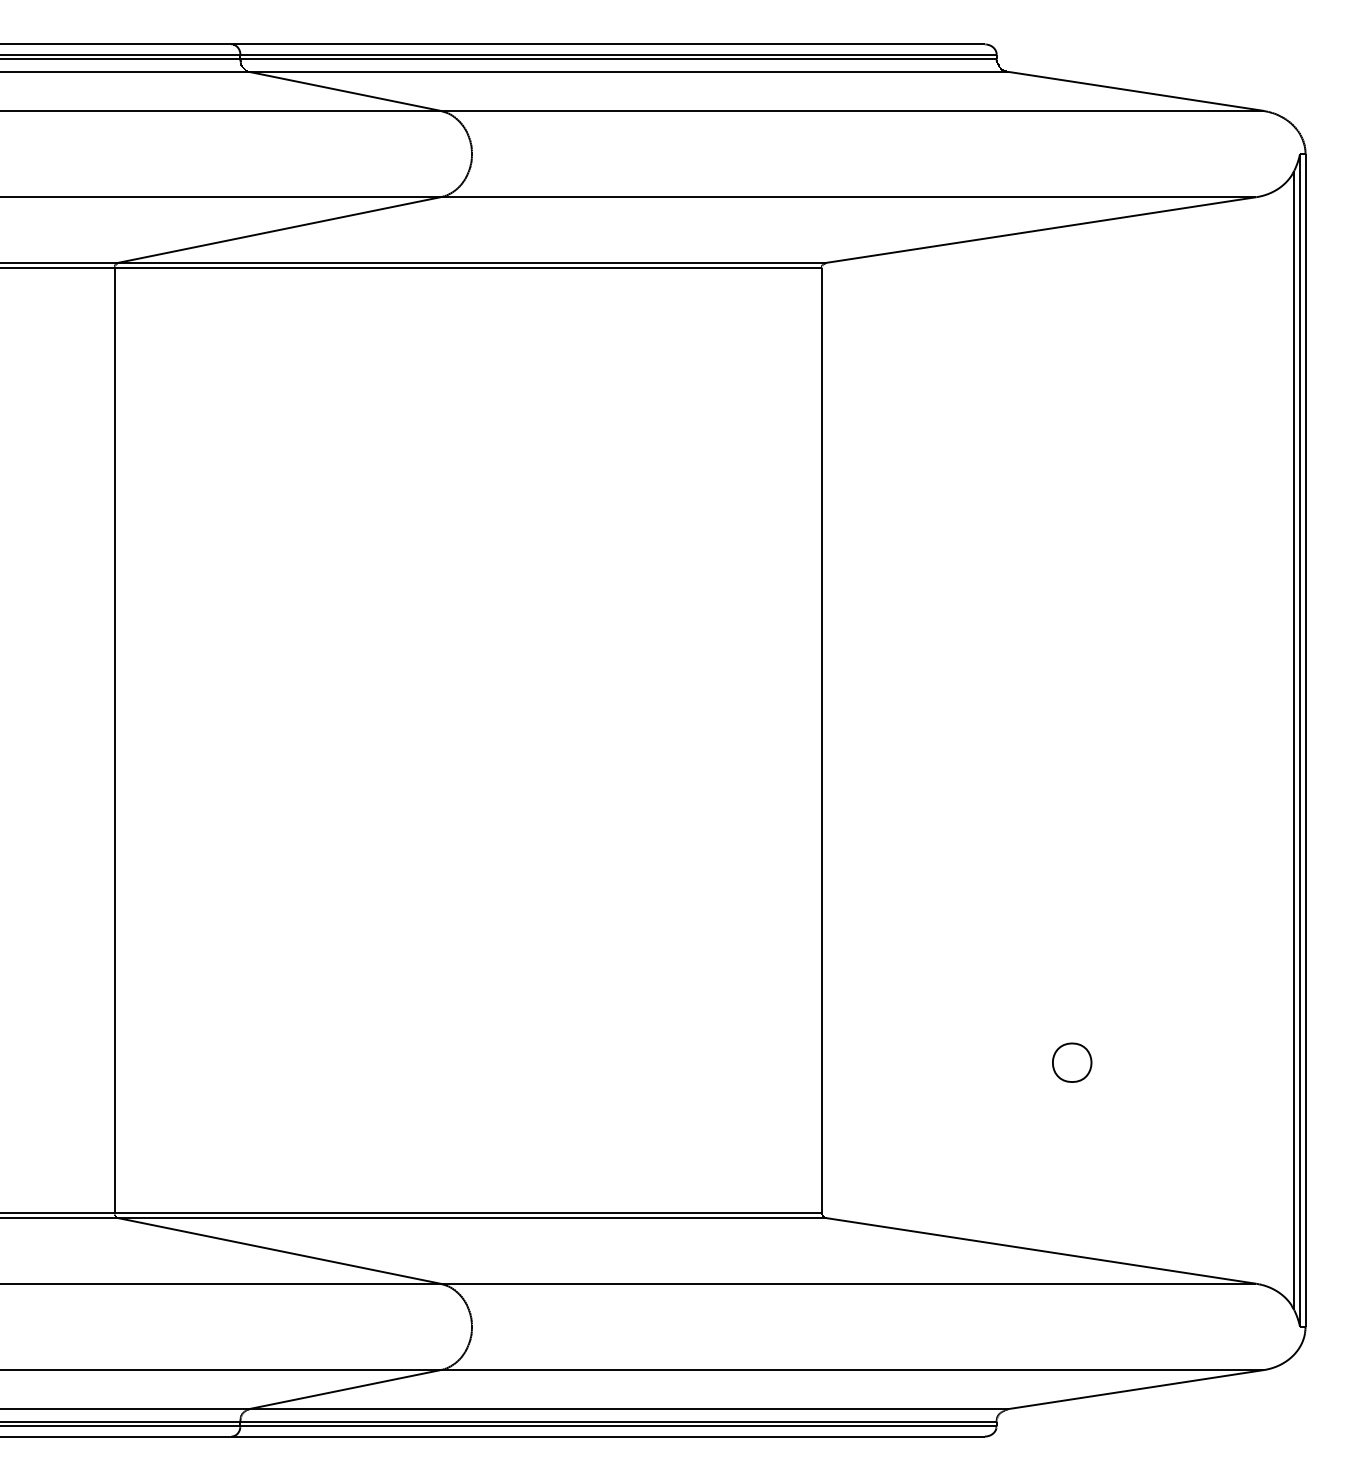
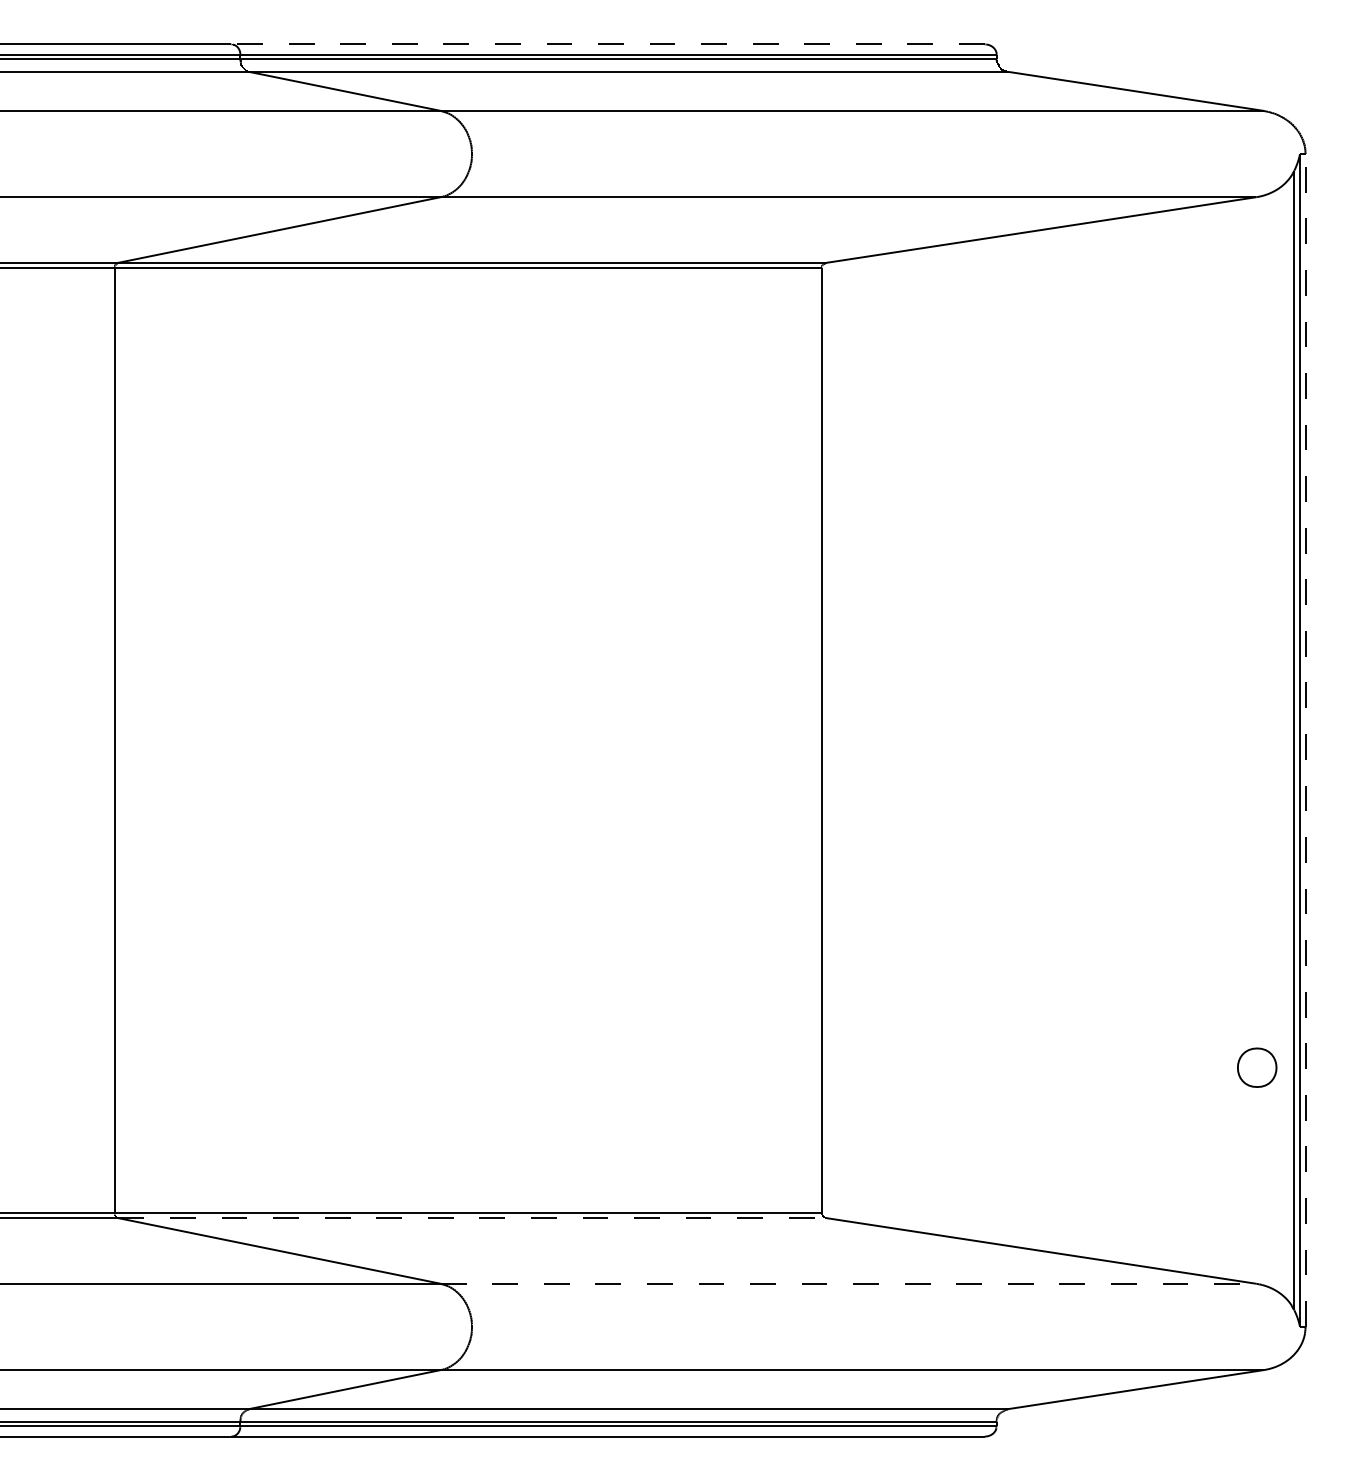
line at (608, 44): solid -> dashed
line at (1305, 740): solid -> dashed
part at (1072, 1062) position: (1072, 1062) -> (1257, 1067)
line at (473, 1218): solid -> dashed
line at (848, 1283): solid -> dashed
